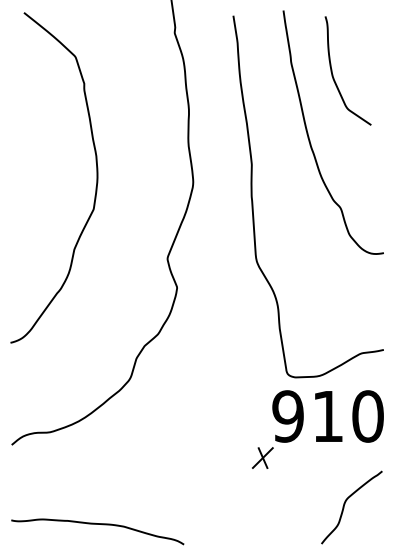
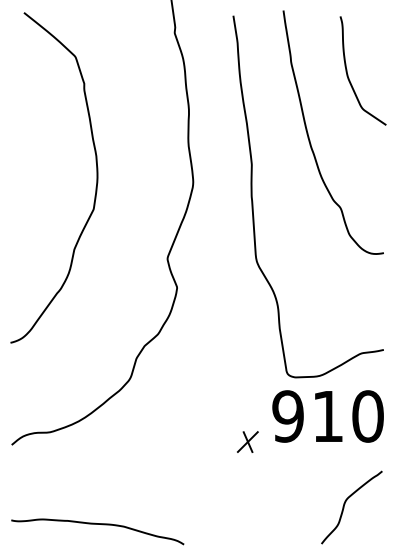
curve at (333, 74) position: (333, 74) -> (348, 74)
part at (262, 457) position: (262, 457) -> (247, 441)
